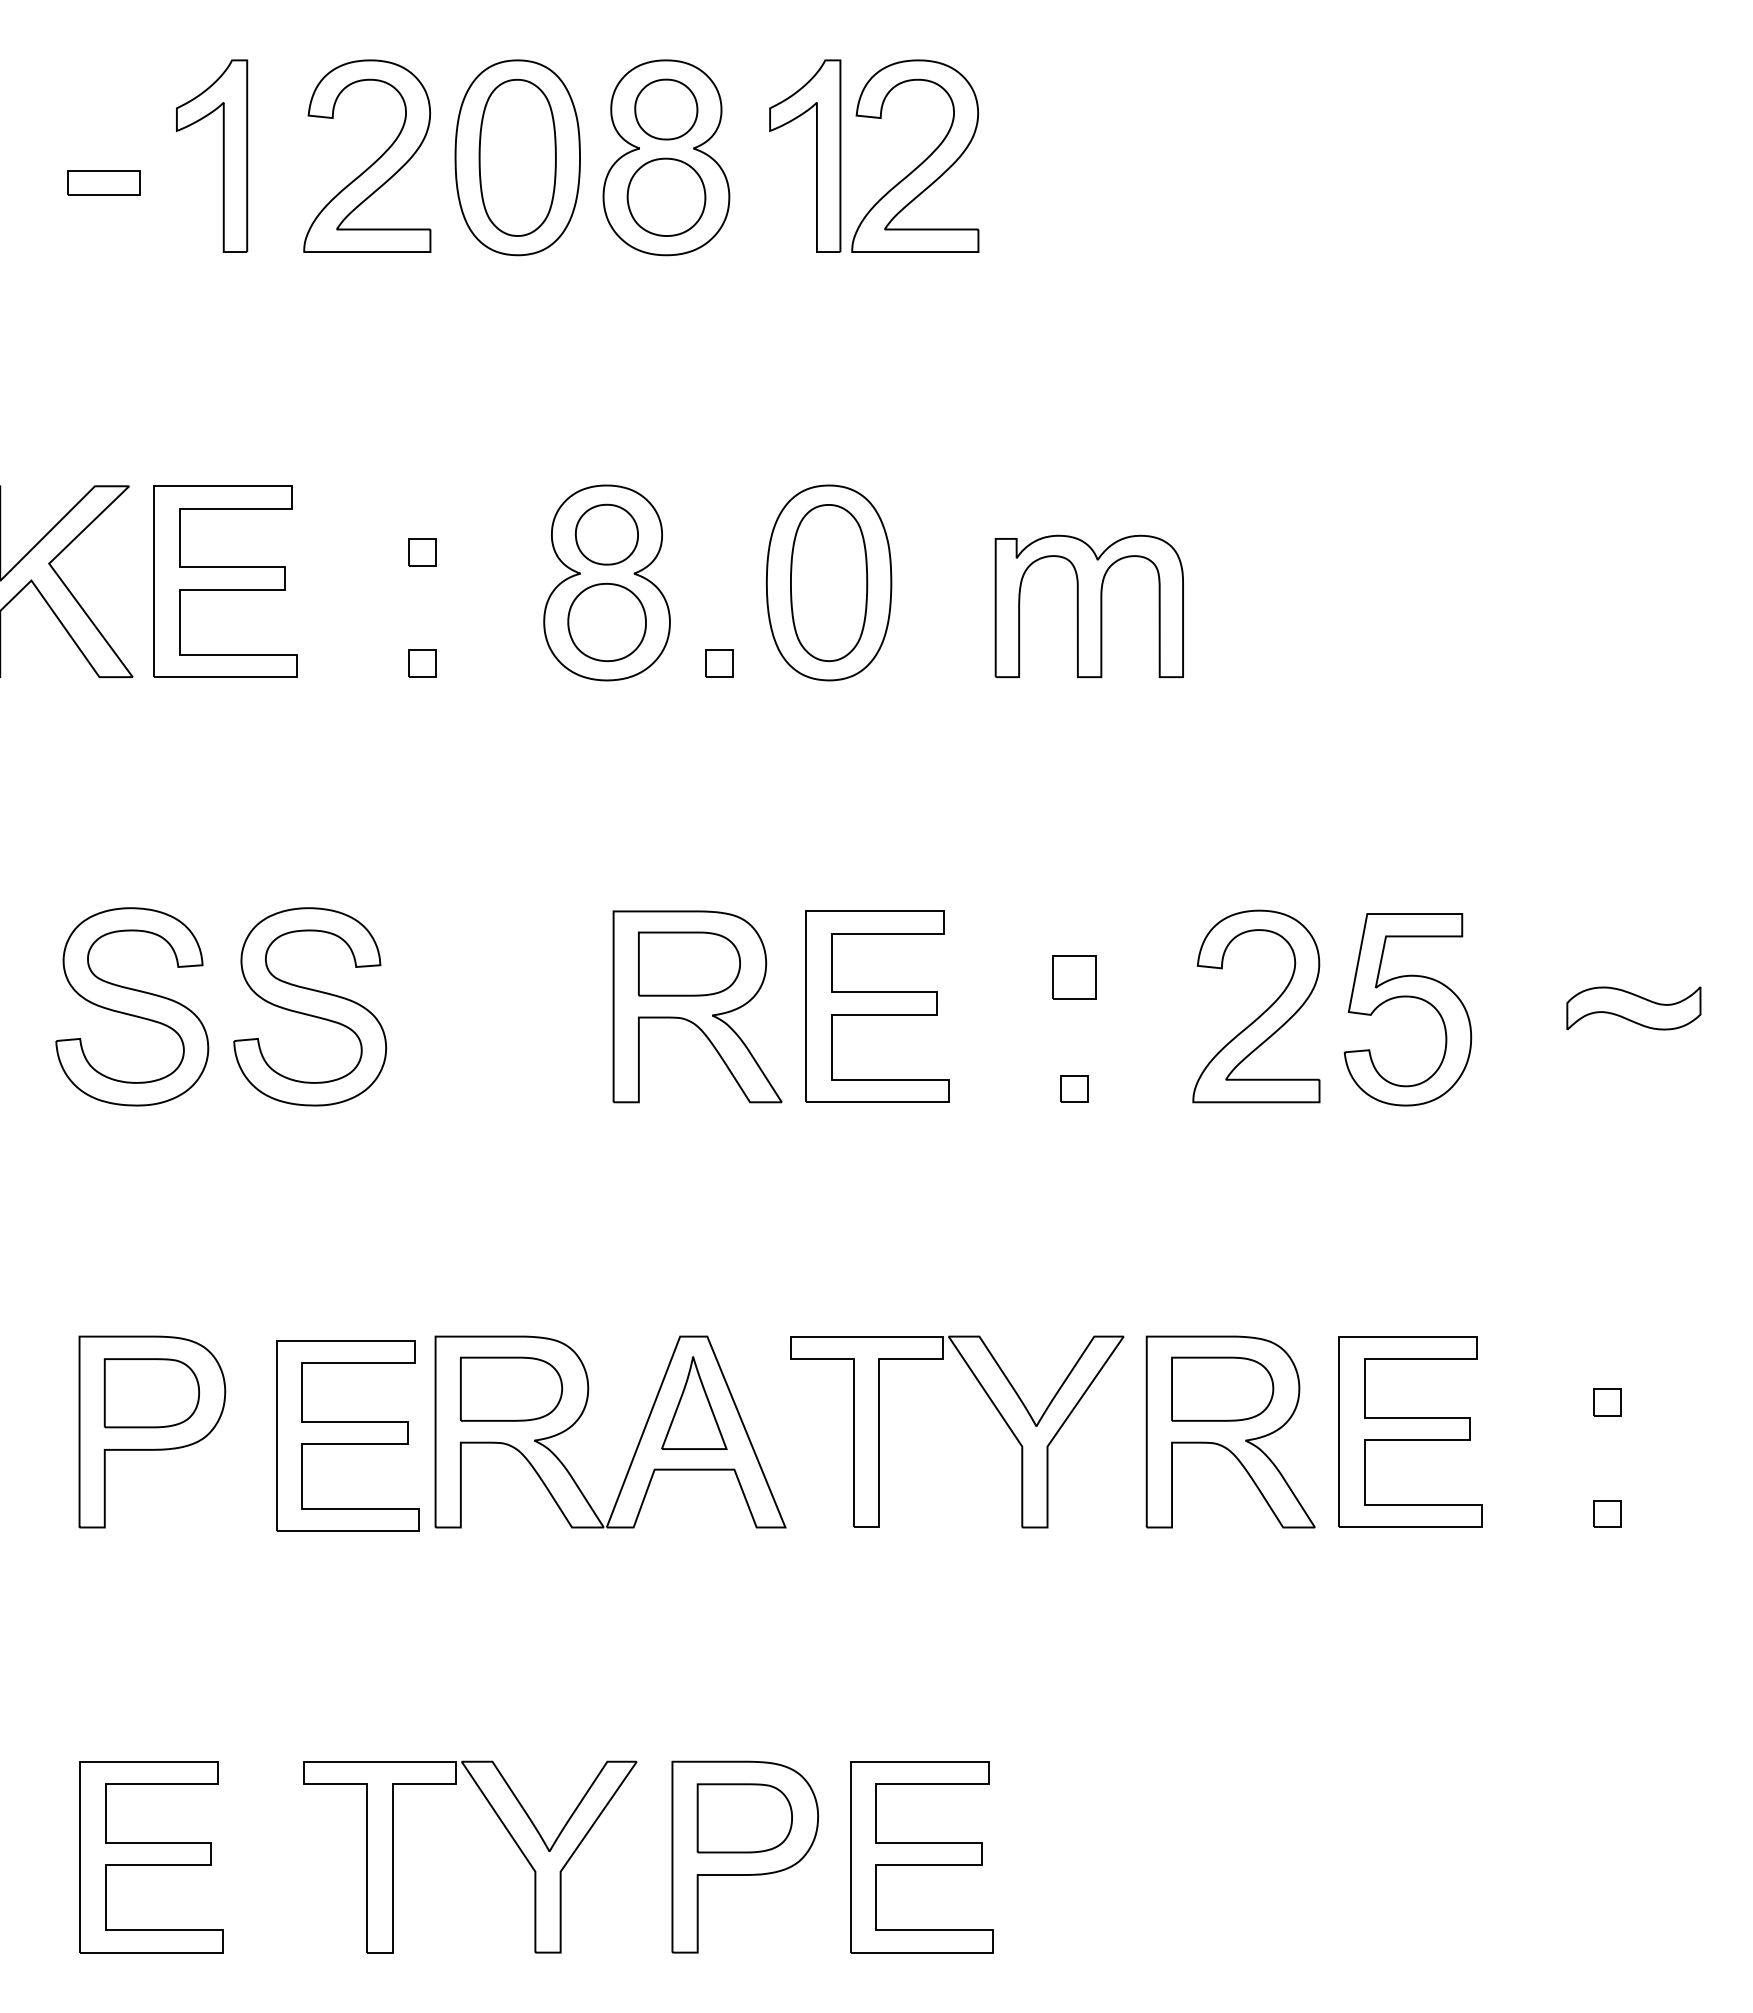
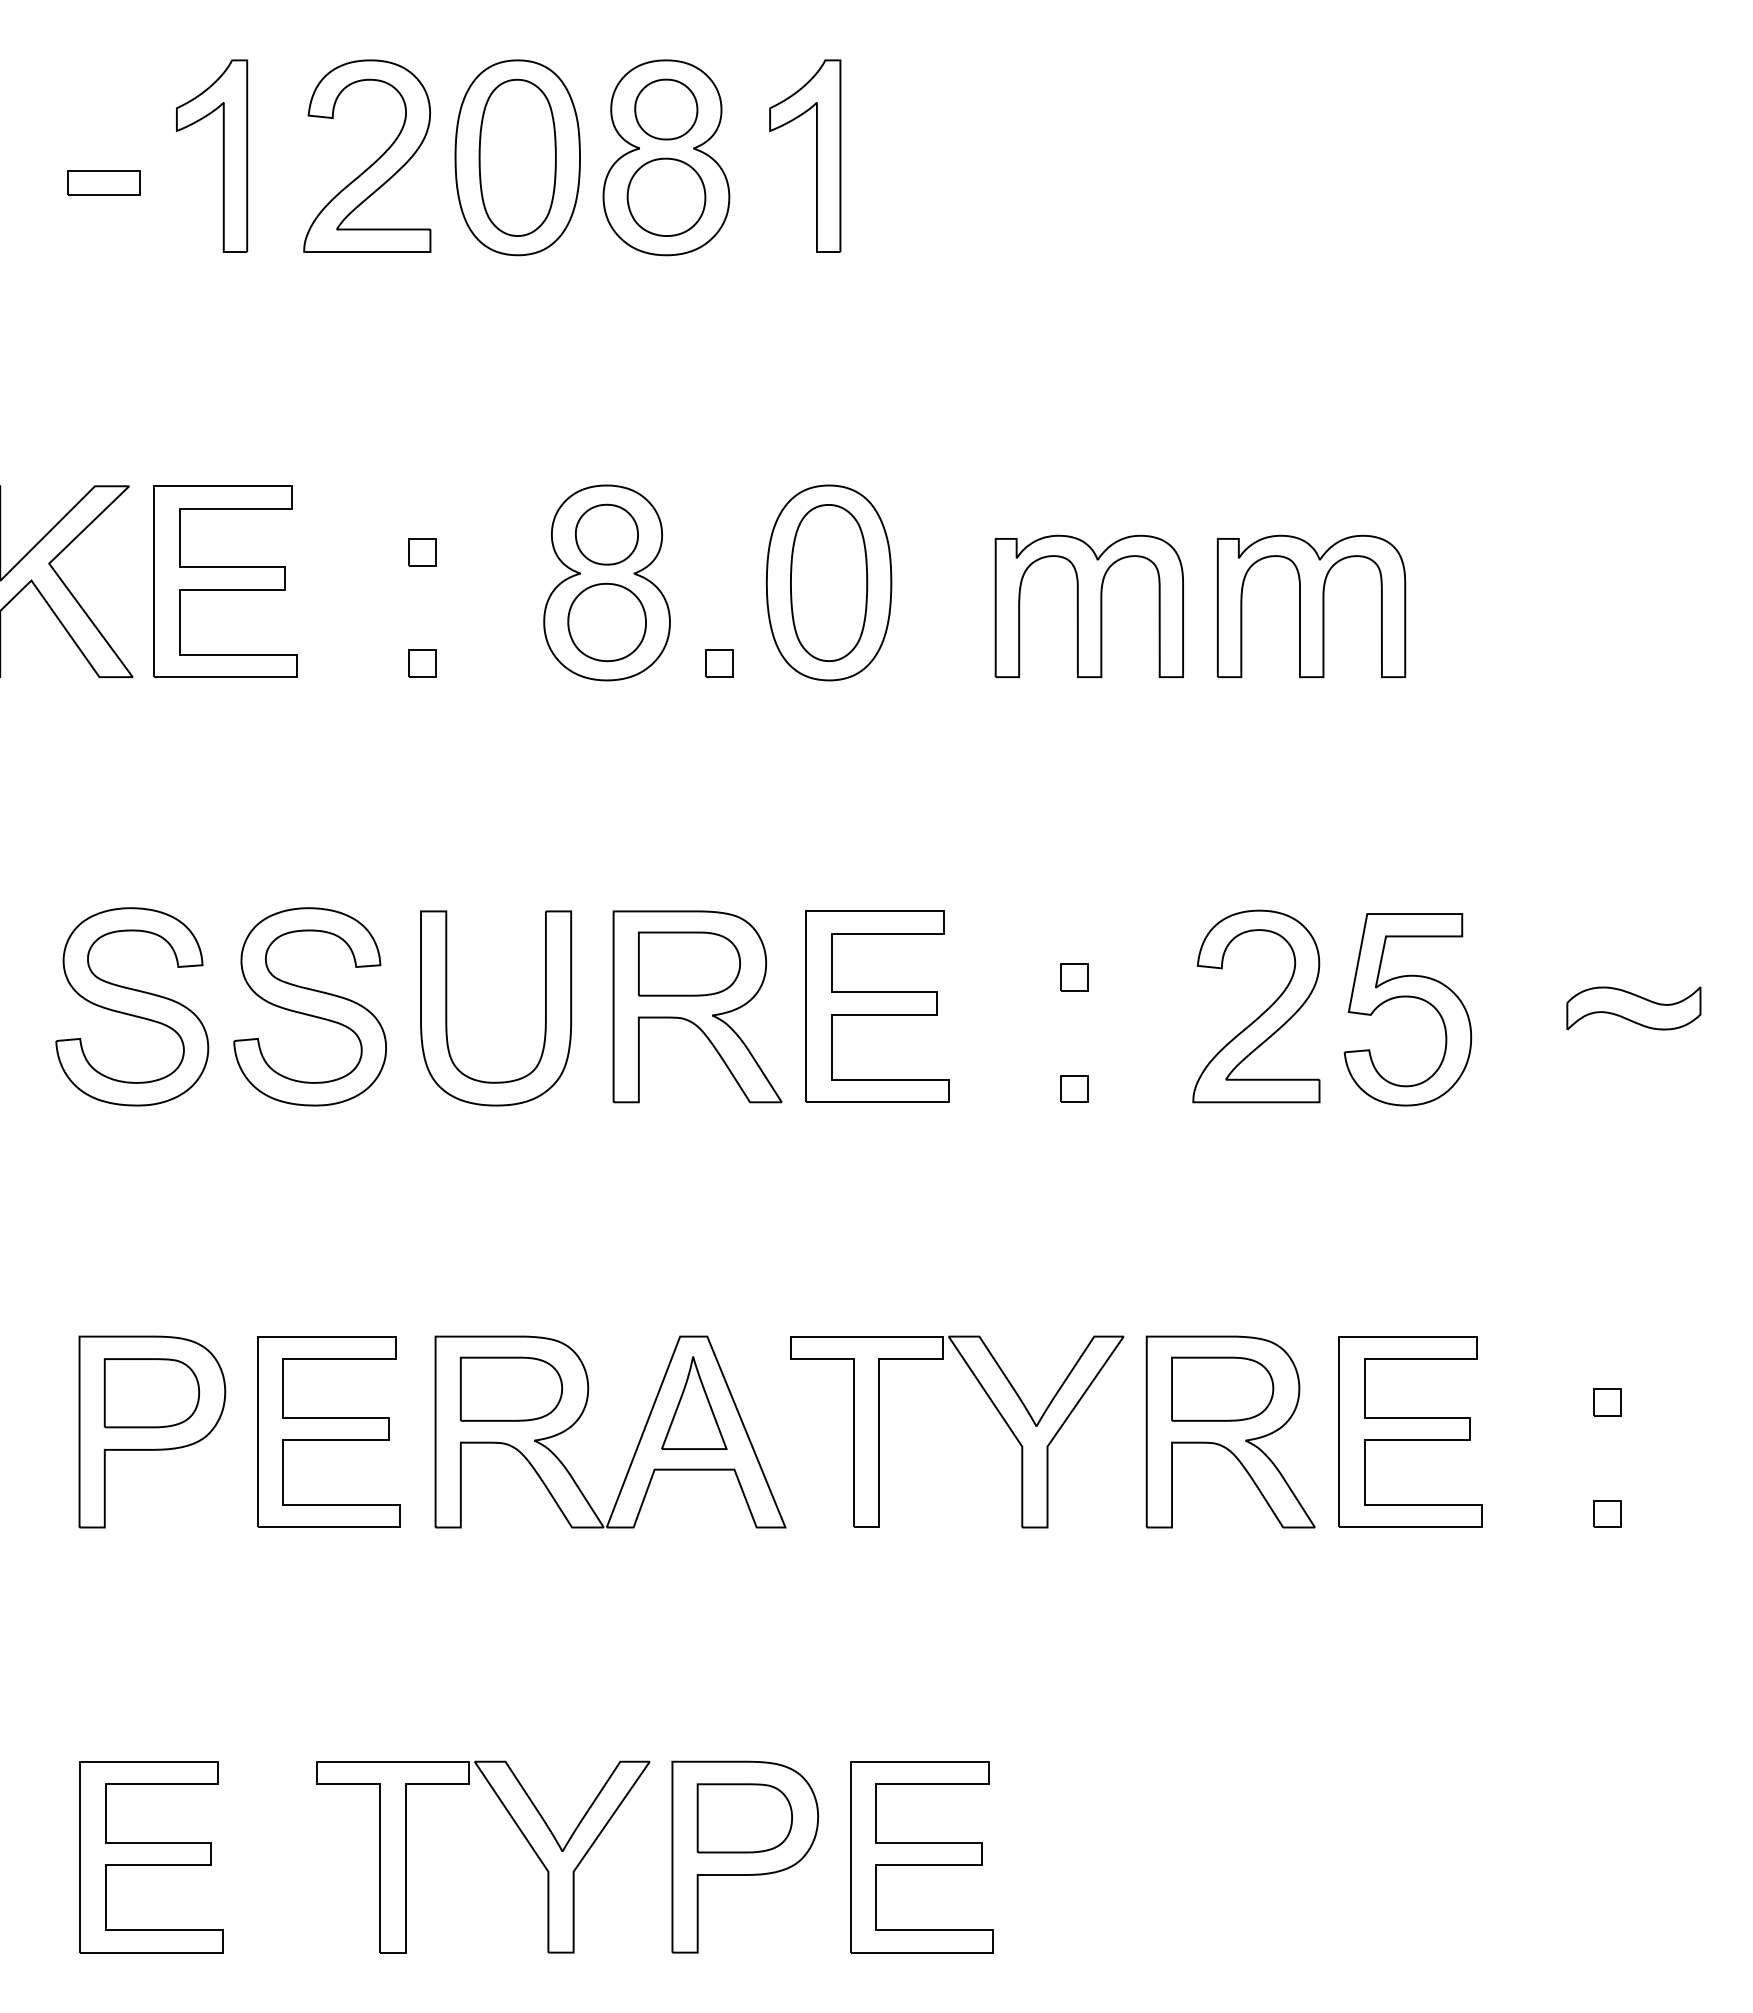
part at (922, 161): present -> none
part at (1311, 605): none -> present
part at (1074, 977) size: 45x45 px -> 29x29 px
part at (447, 1008): none -> present
part at (347, 1435) position: (347, 1435) -> (328, 1431)
part at (506, 1830) position: (506, 1830) -> (519, 1830)
